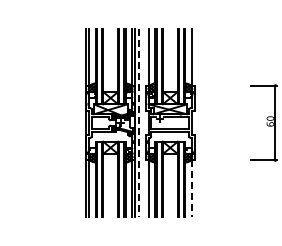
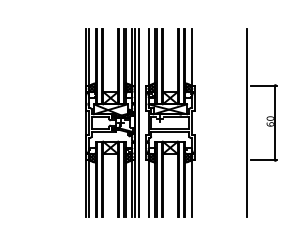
line at (246, 122): none -> present
line at (139, 123): dashed -> solid
line at (192, 188): dashed -> solid
